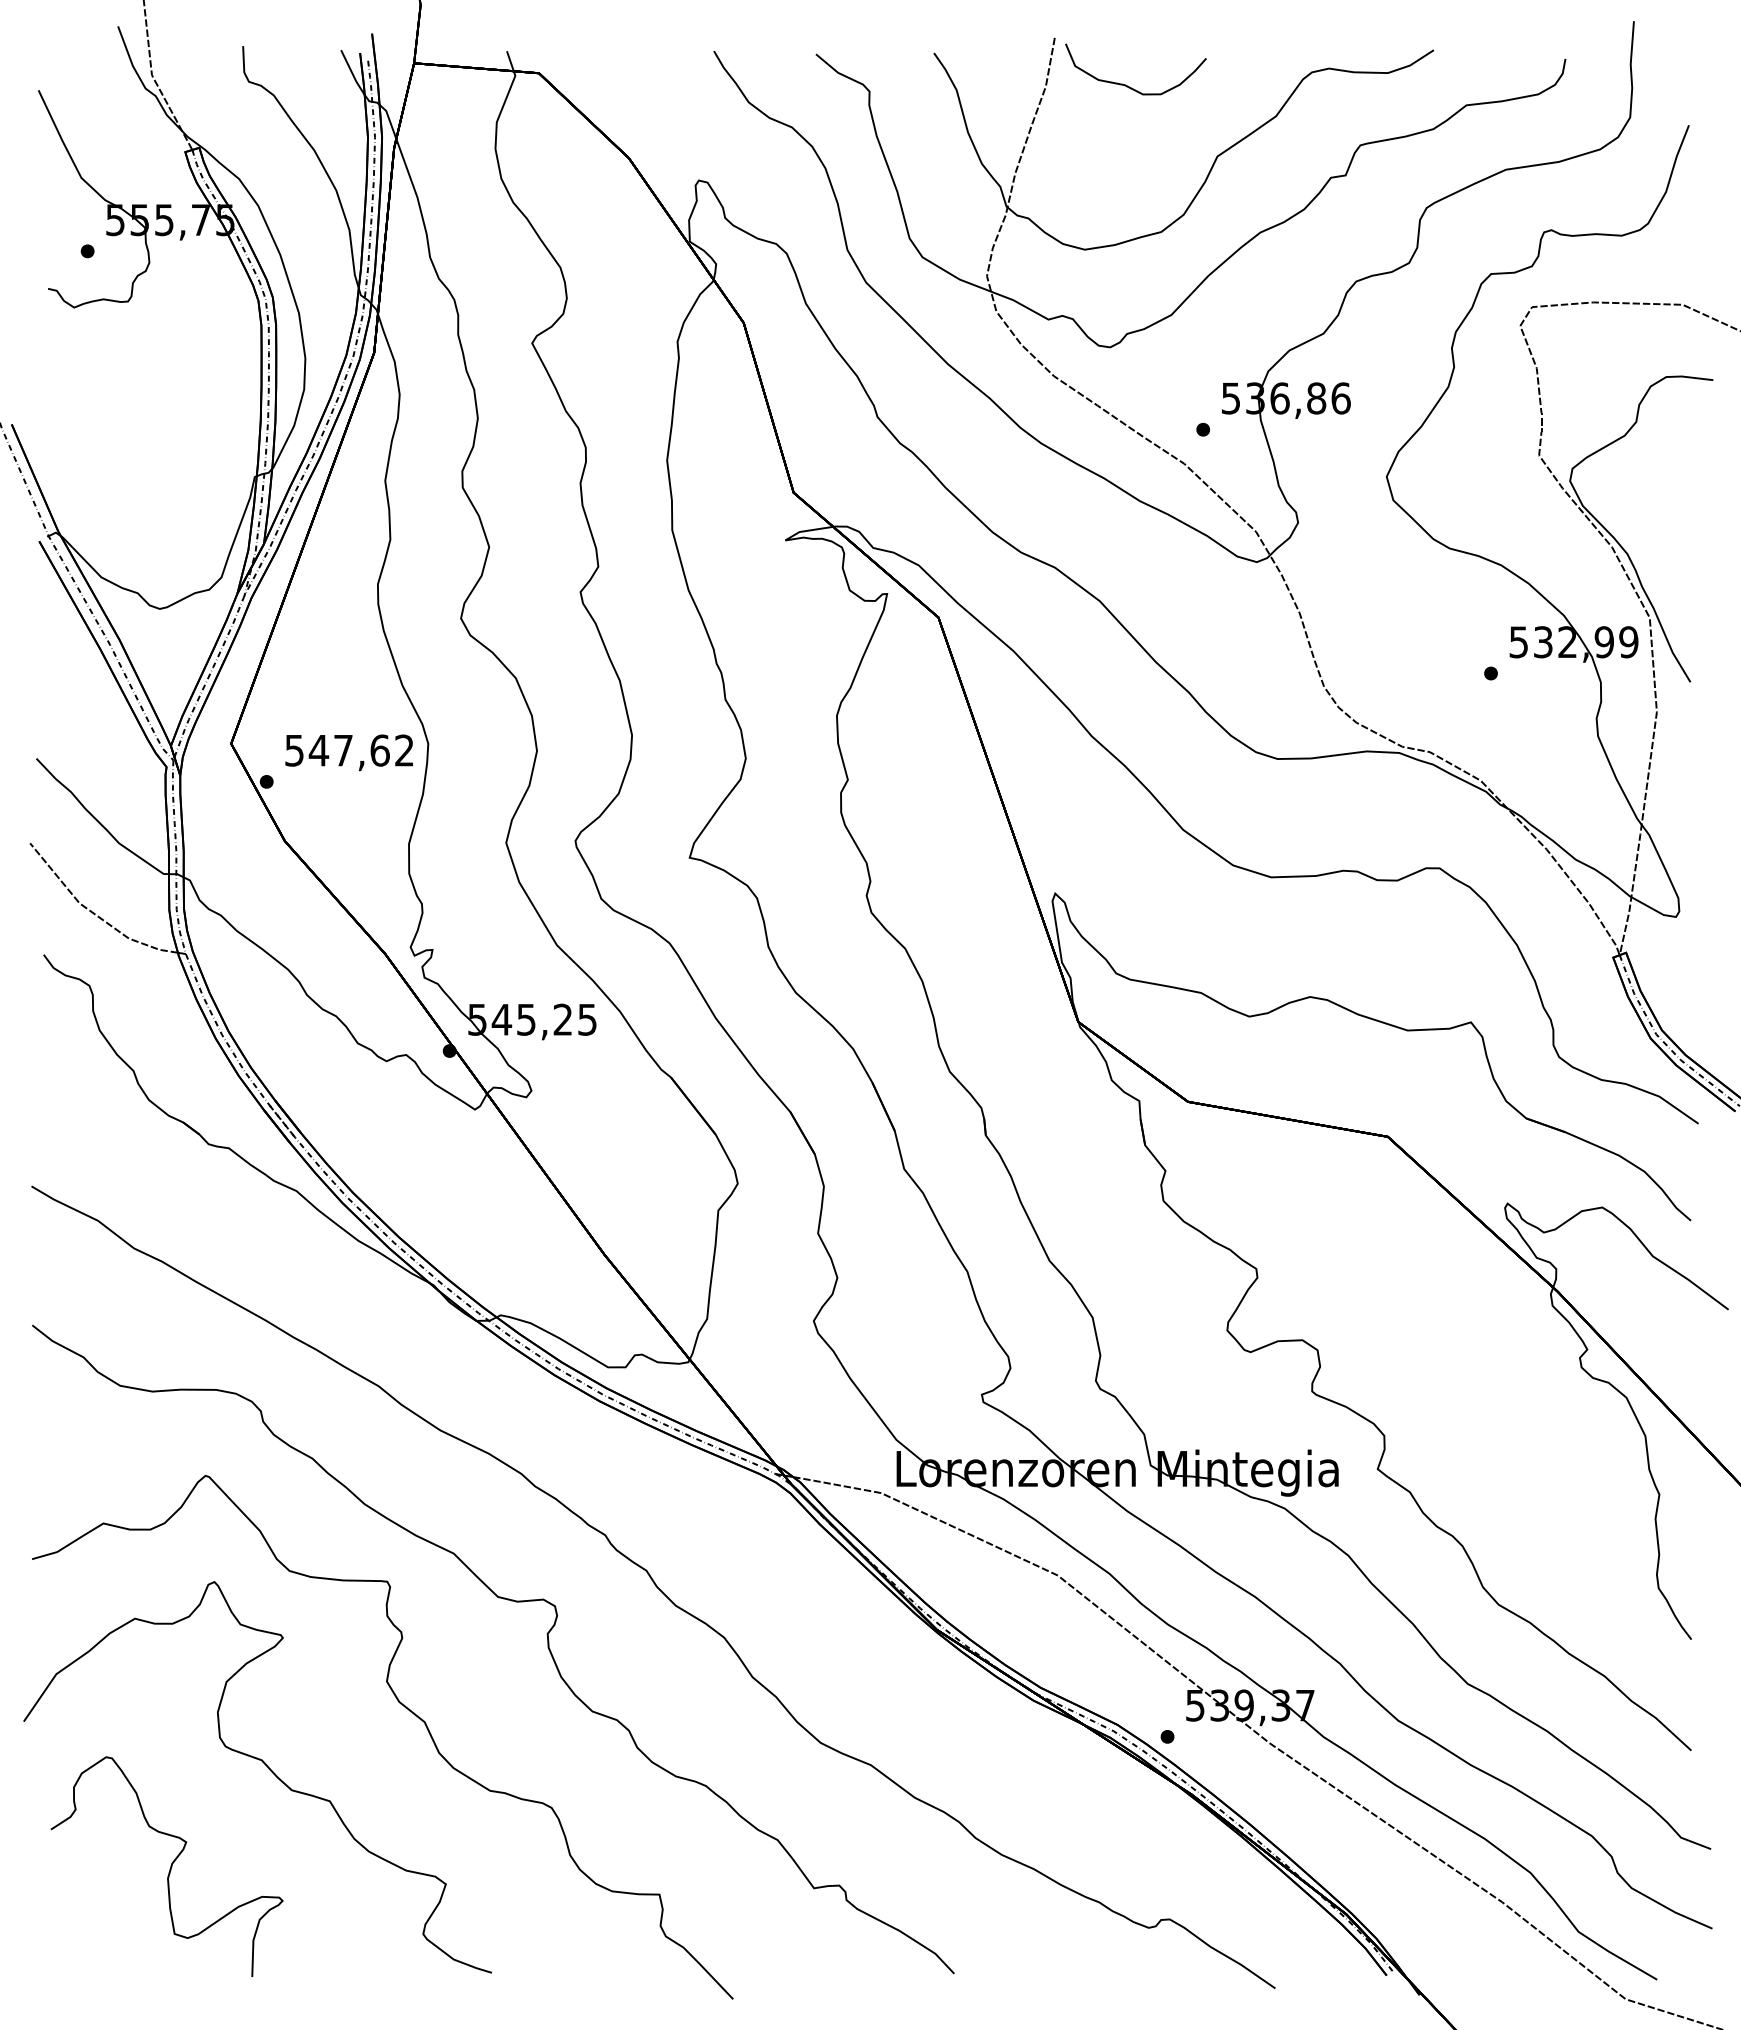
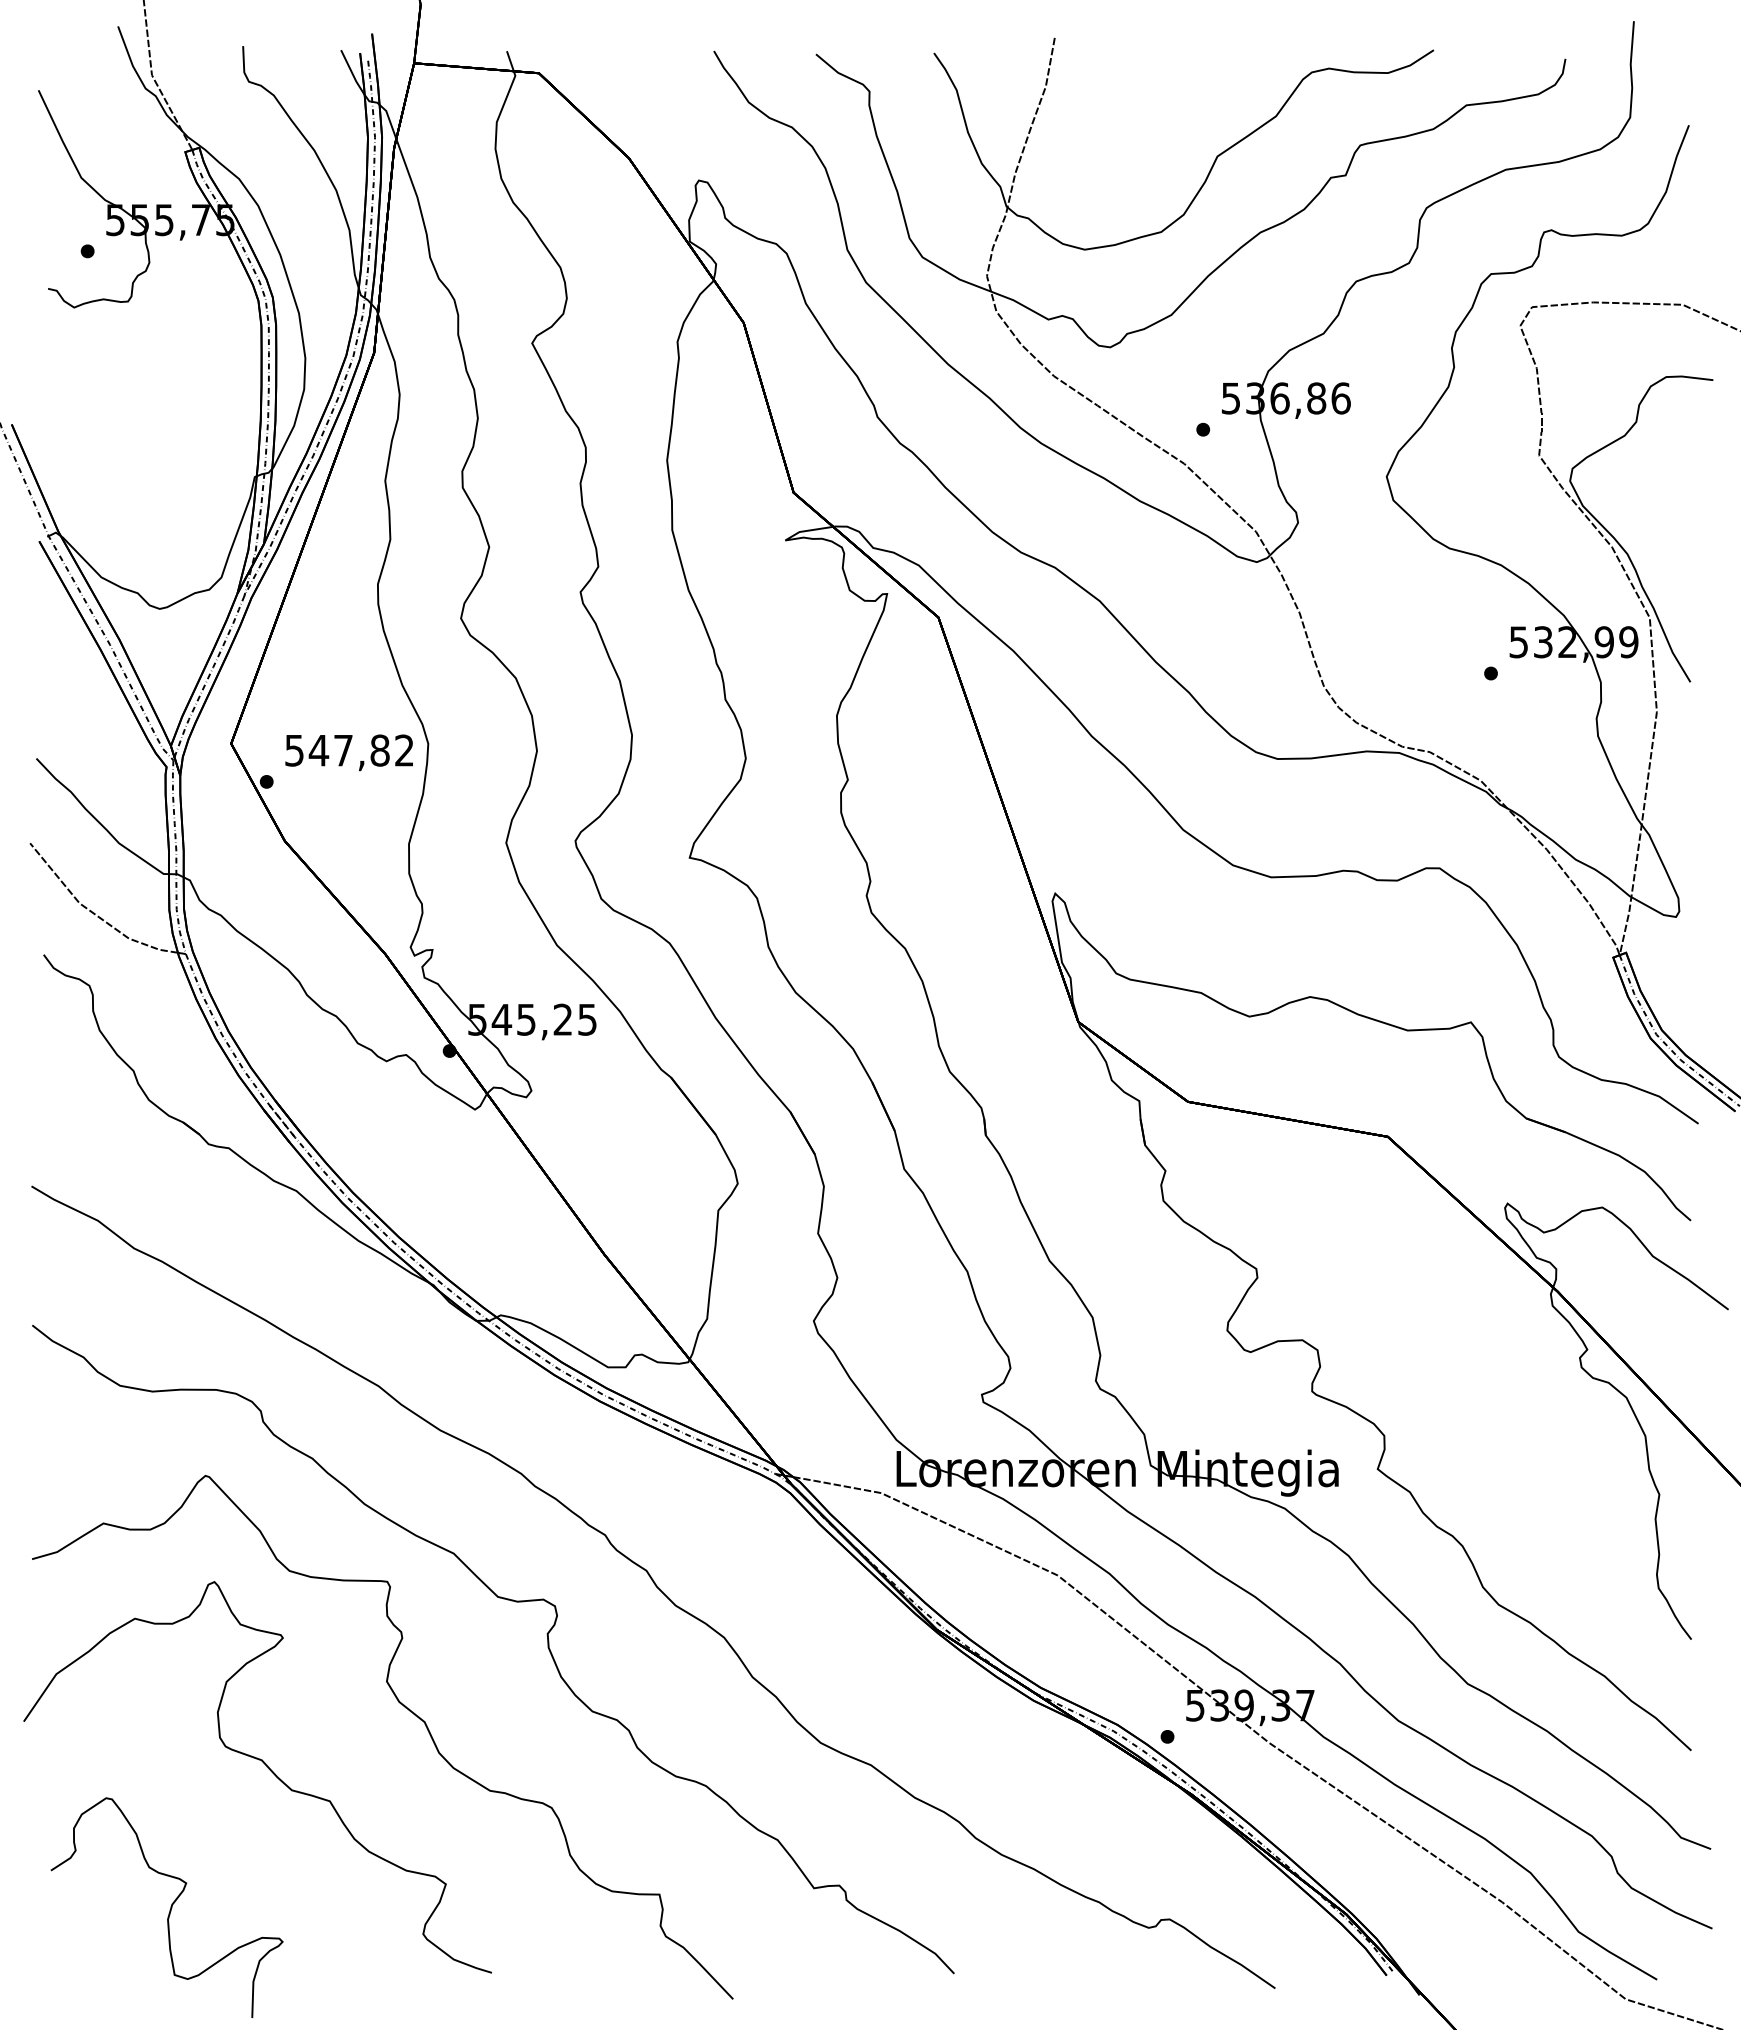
curve at (1127, 85): present -> none
text at (379, 750): 547,62 -> 547,82
curve at (169, 1868) position: (169, 1868) -> (169, 1909)
